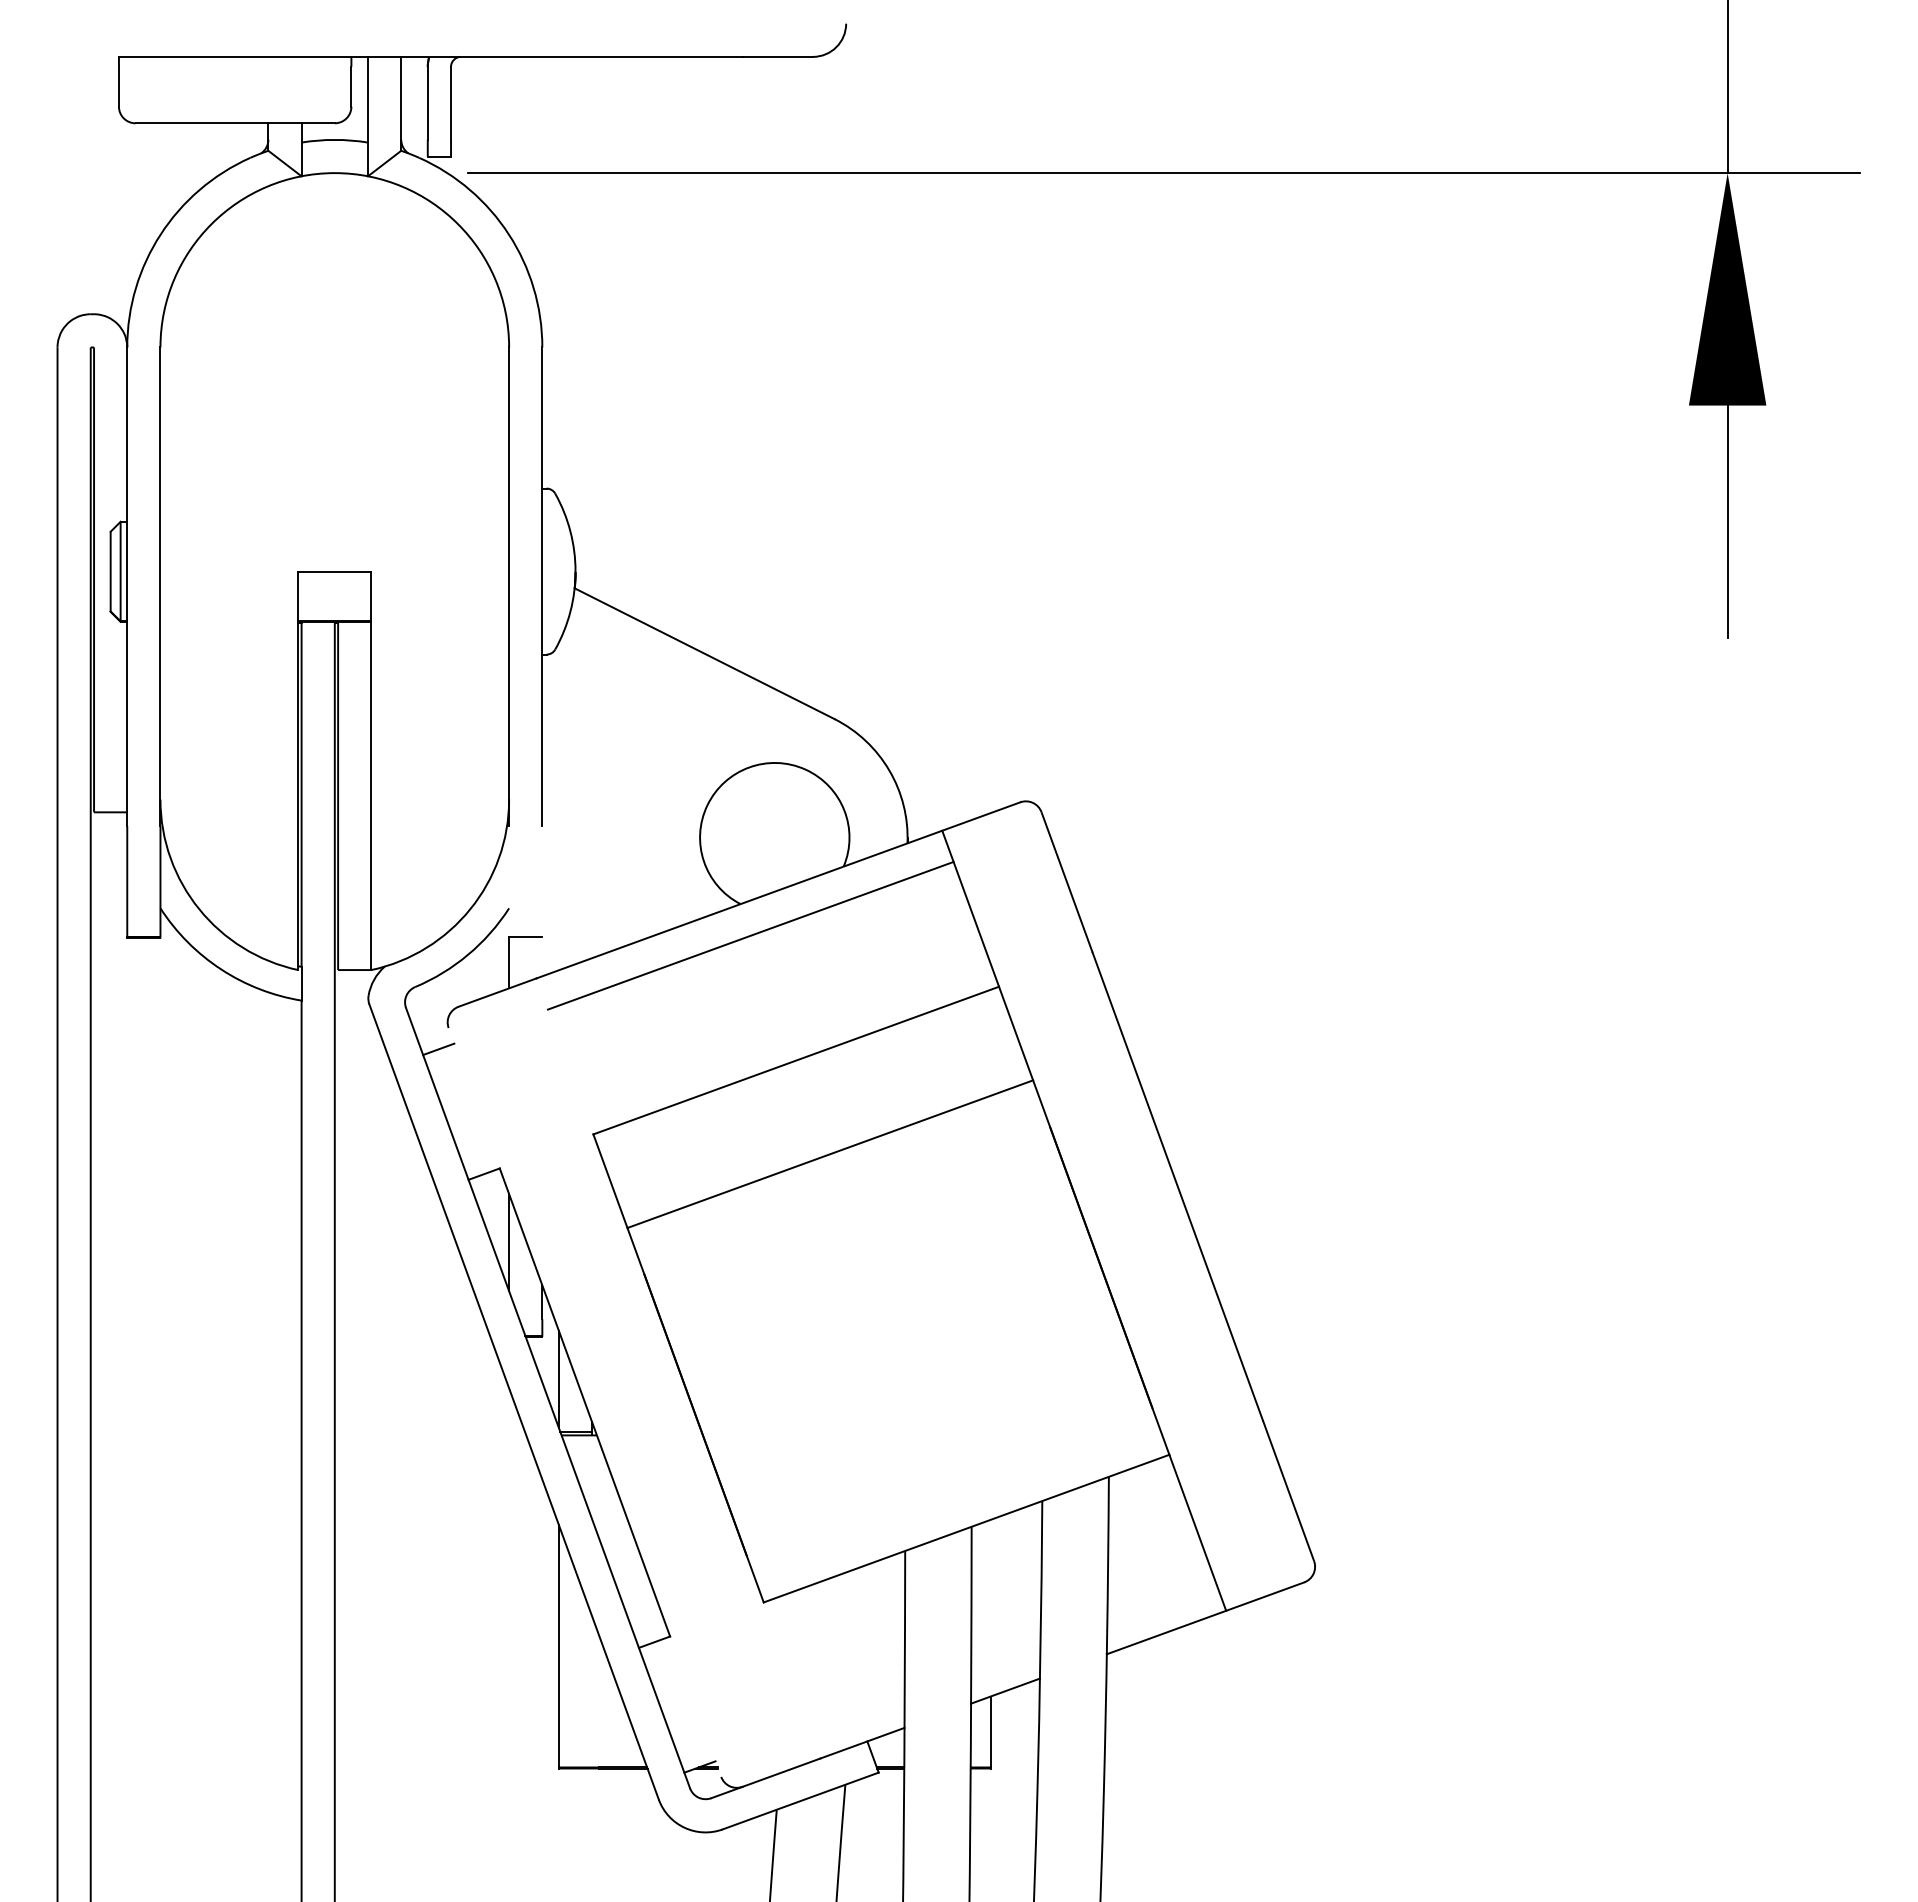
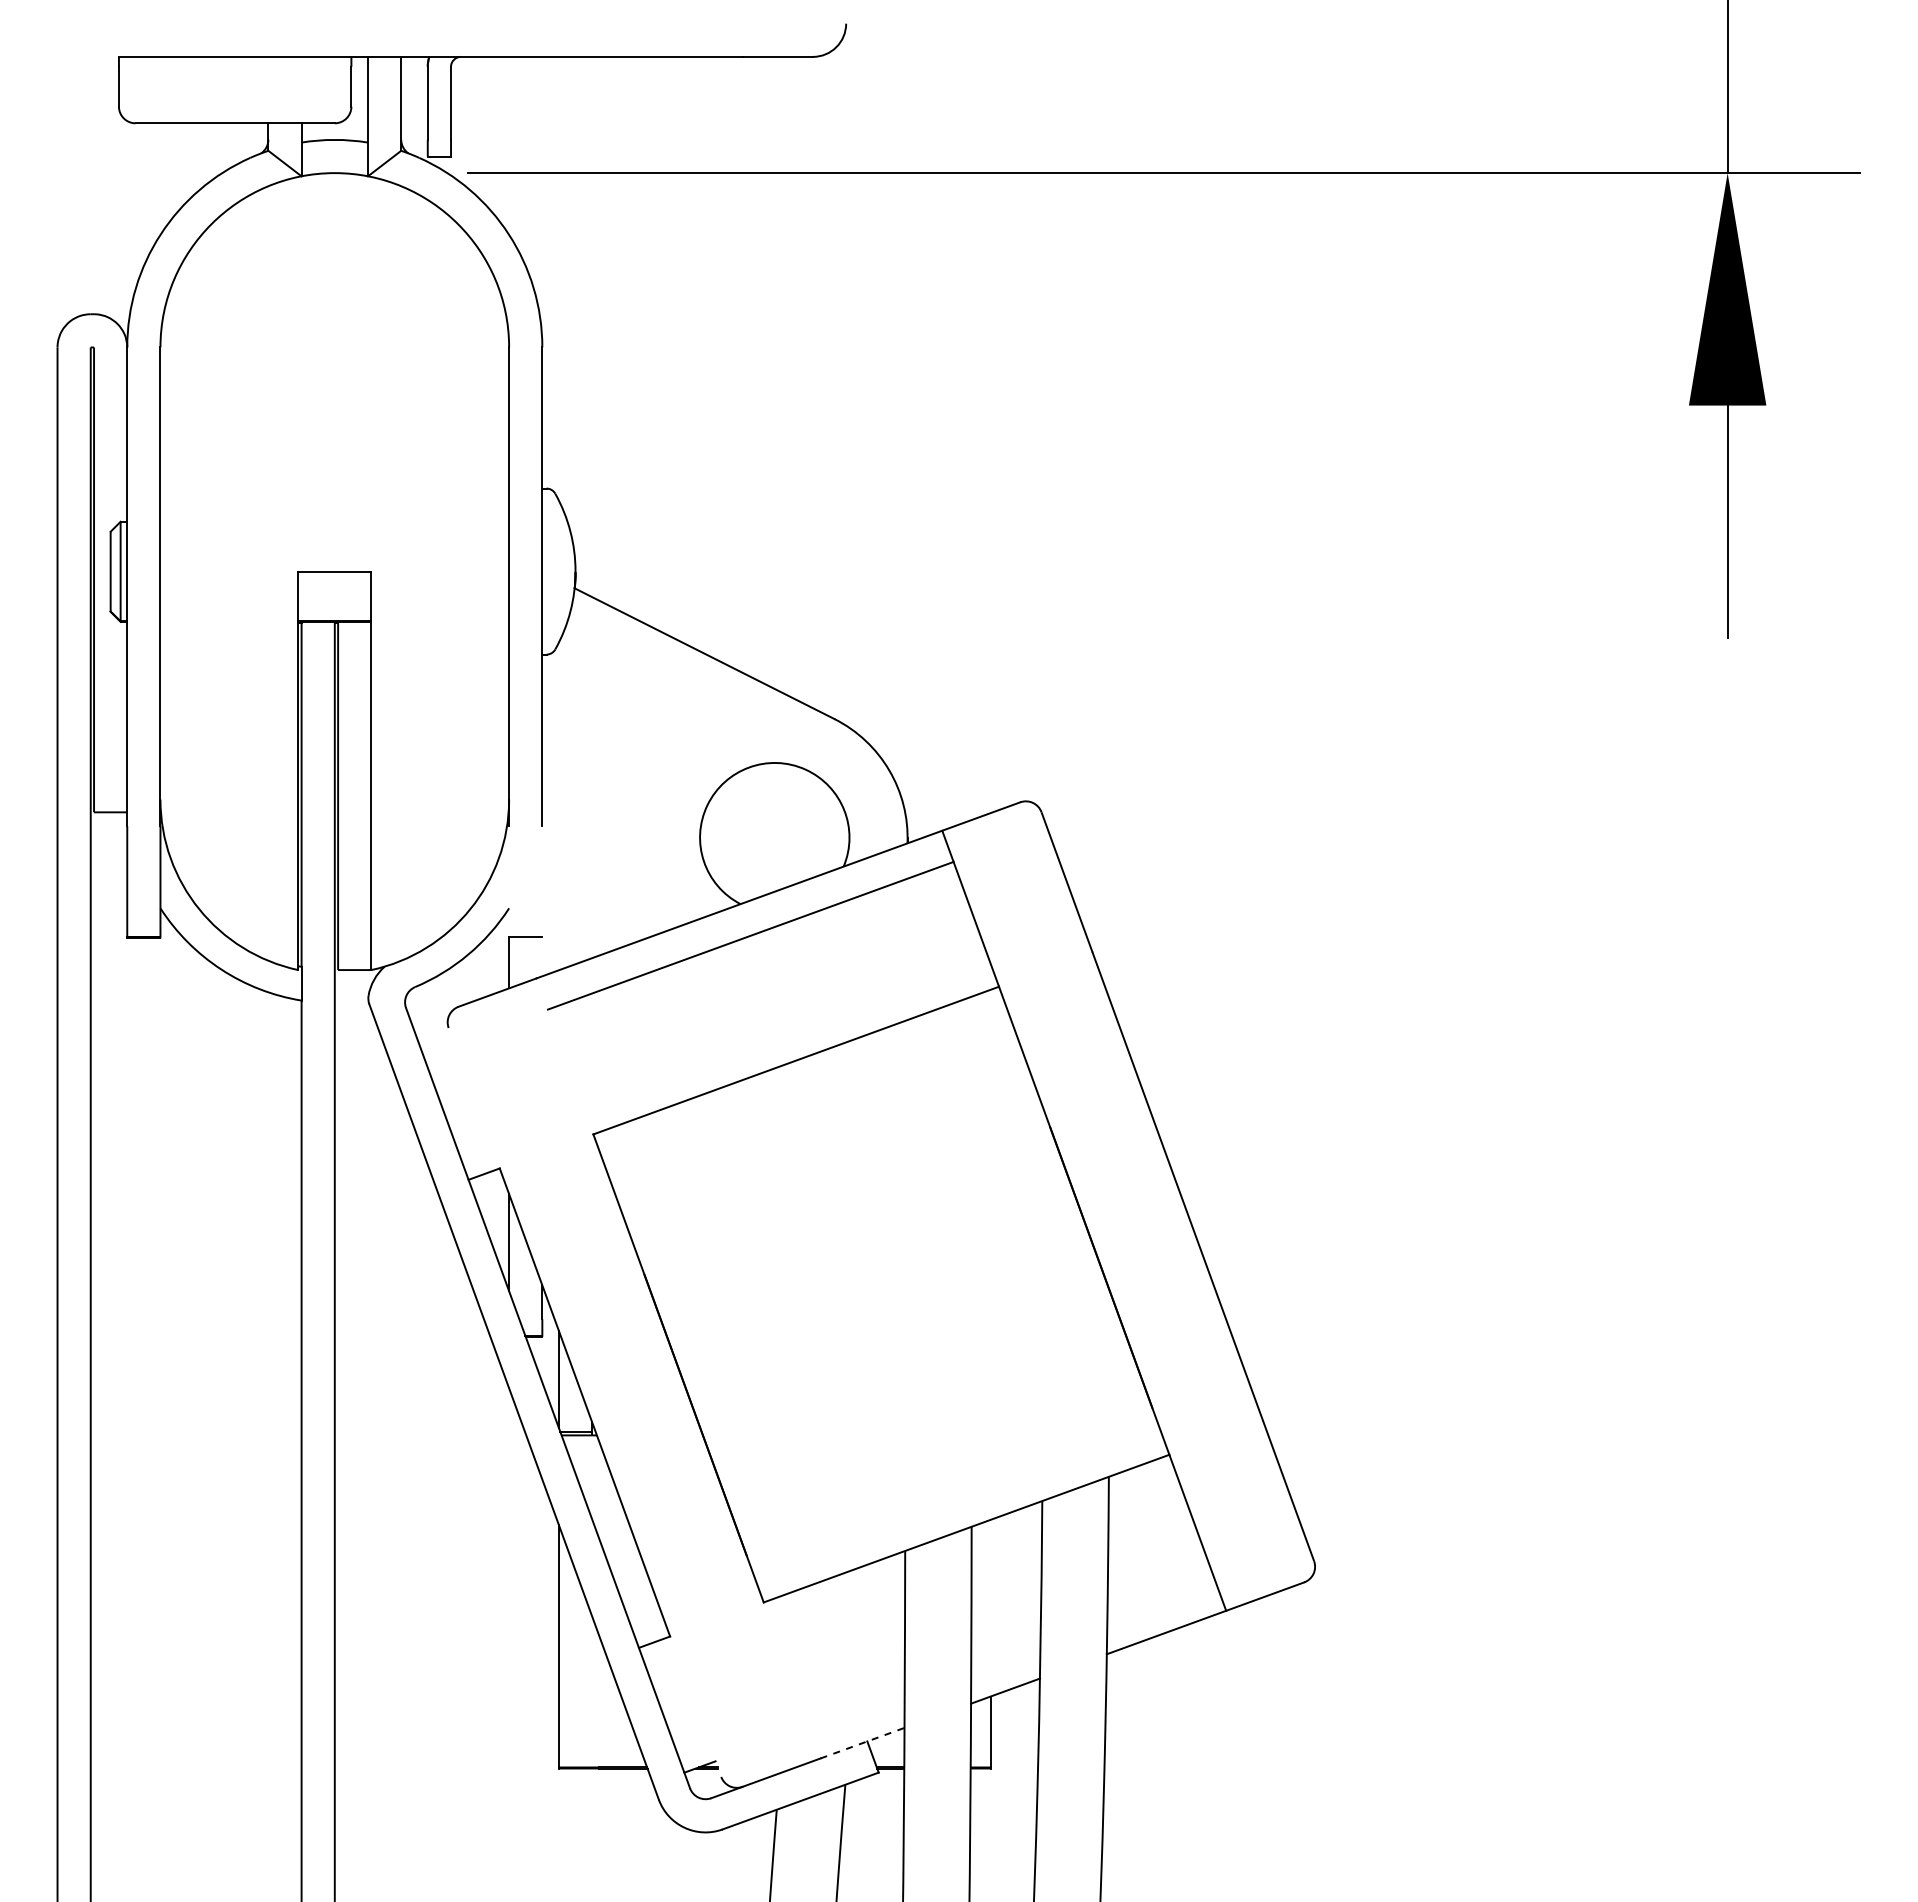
line at (438, 1049): present -> none
line at (830, 1154): present -> none
line at (862, 1743): solid -> dashed
